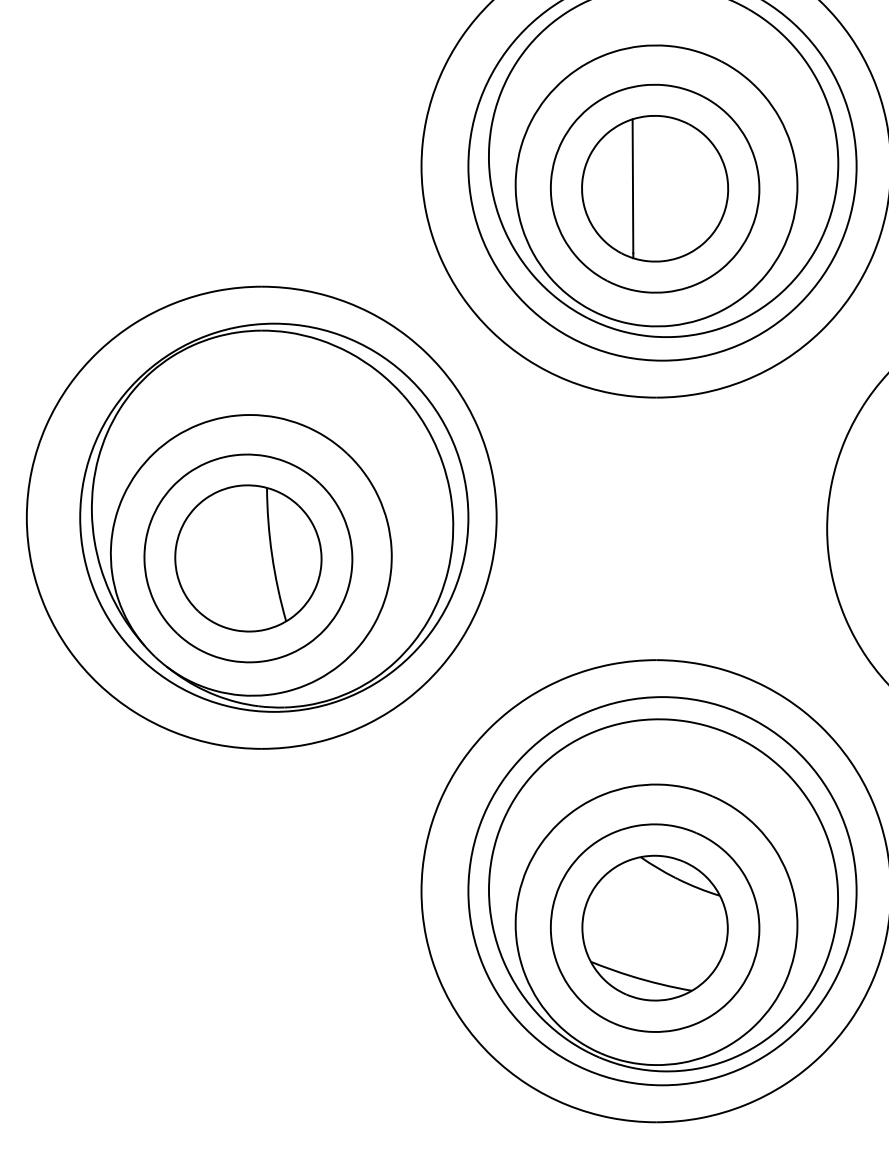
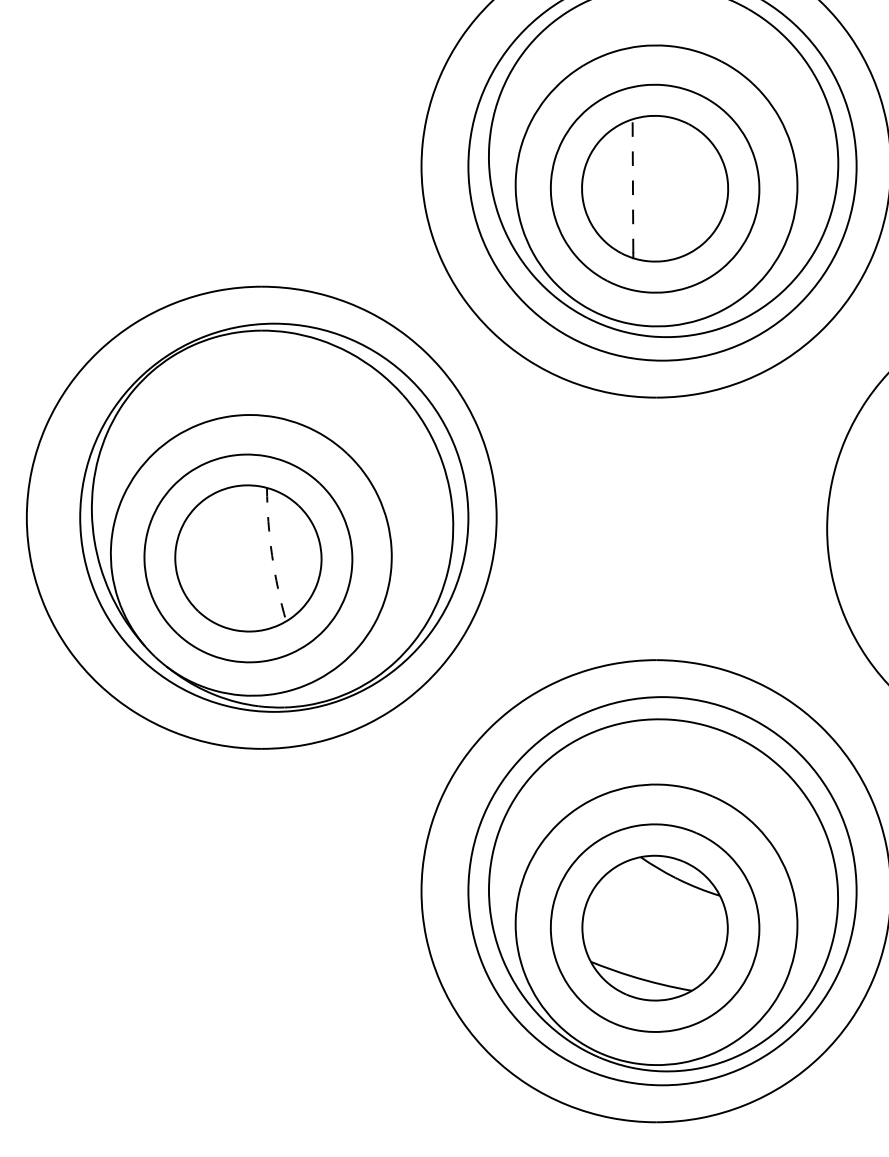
line at (632, 186): solid -> dashed
arc at (272, 555): solid -> dashed
